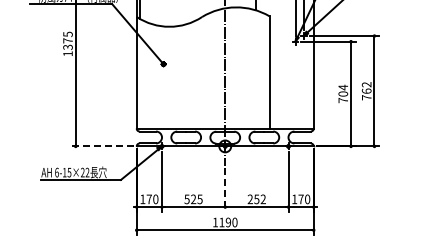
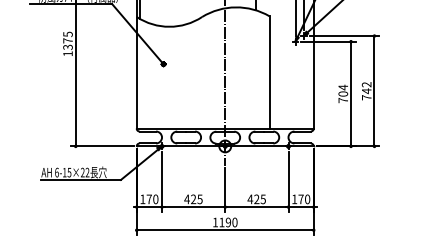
text at (366, 91): 762 -> 742
line at (102, 146): dashed -> solid
line at (225, 189): dashed -> solid
text at (186, 199): 525 -> 425
text at (256, 199): 252 -> 425
